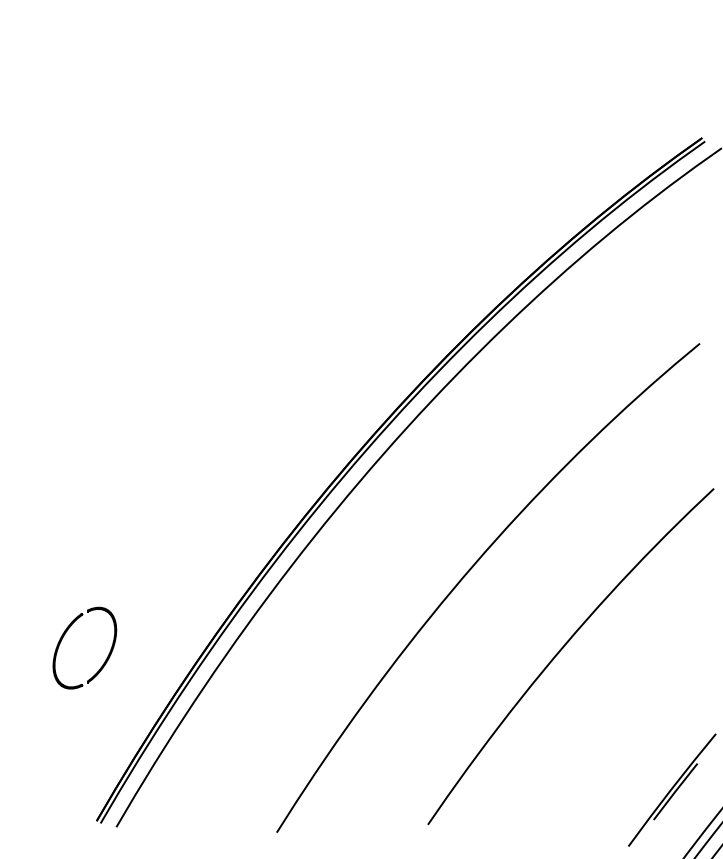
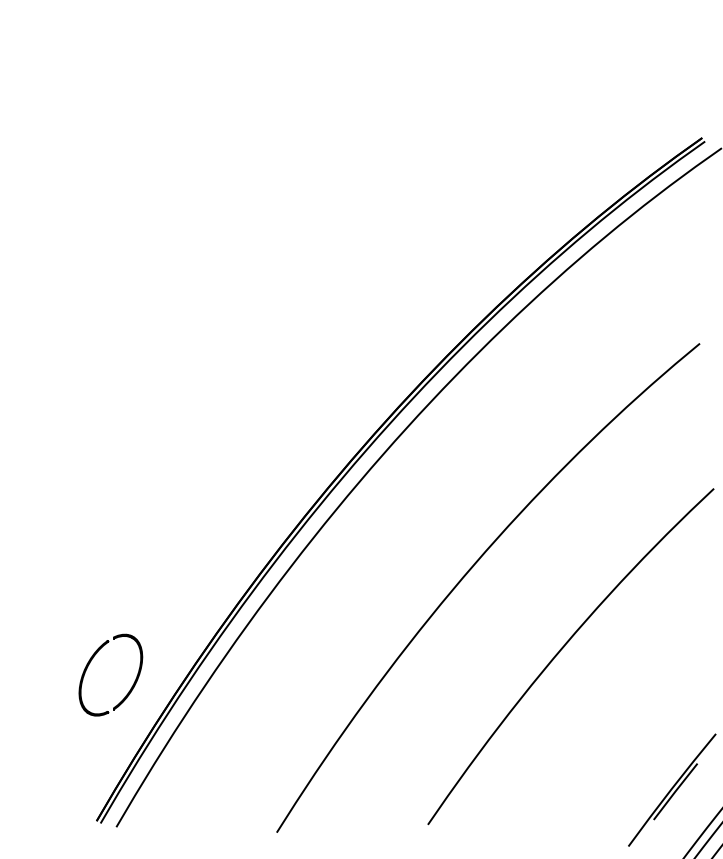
part at (64, 636) position: (64, 636) -> (90, 663)
